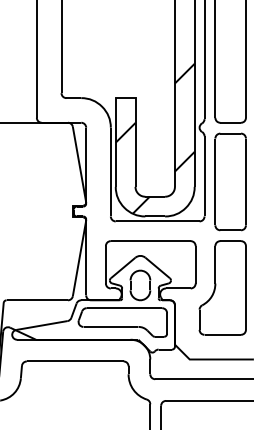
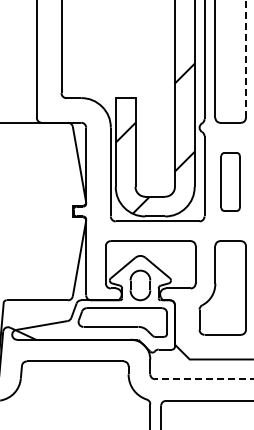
line at (245, 59): solid -> dashed
part at (230, 181) size: 33x100 px -> 21x60 px
line at (204, 379): solid -> dashed
